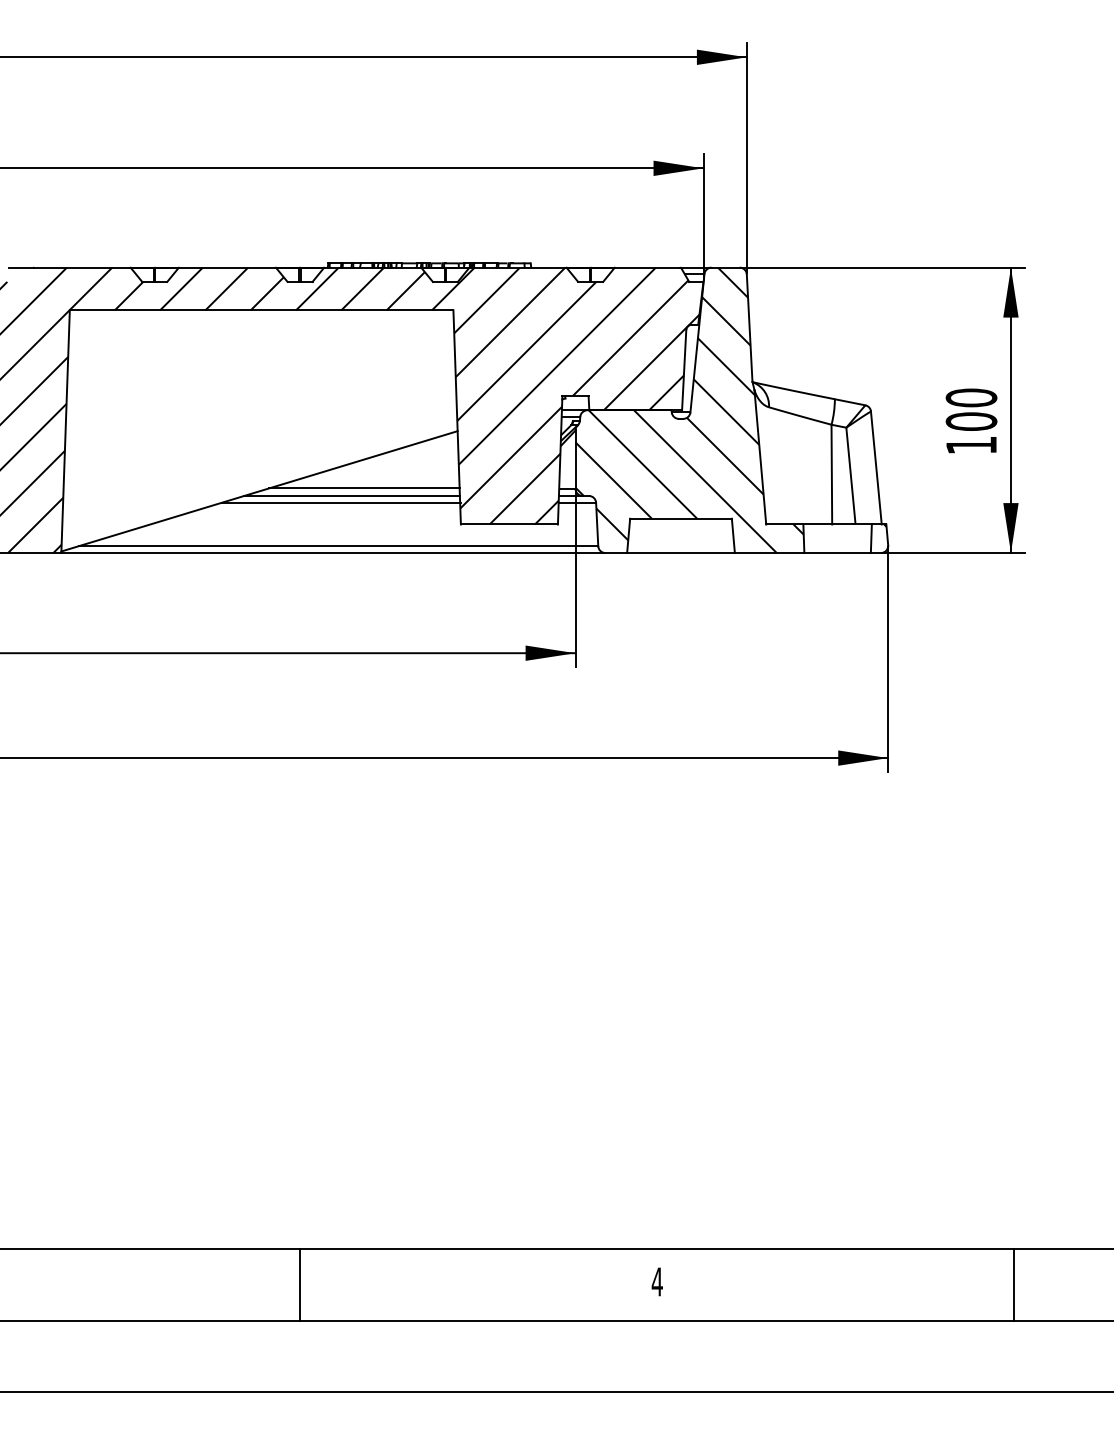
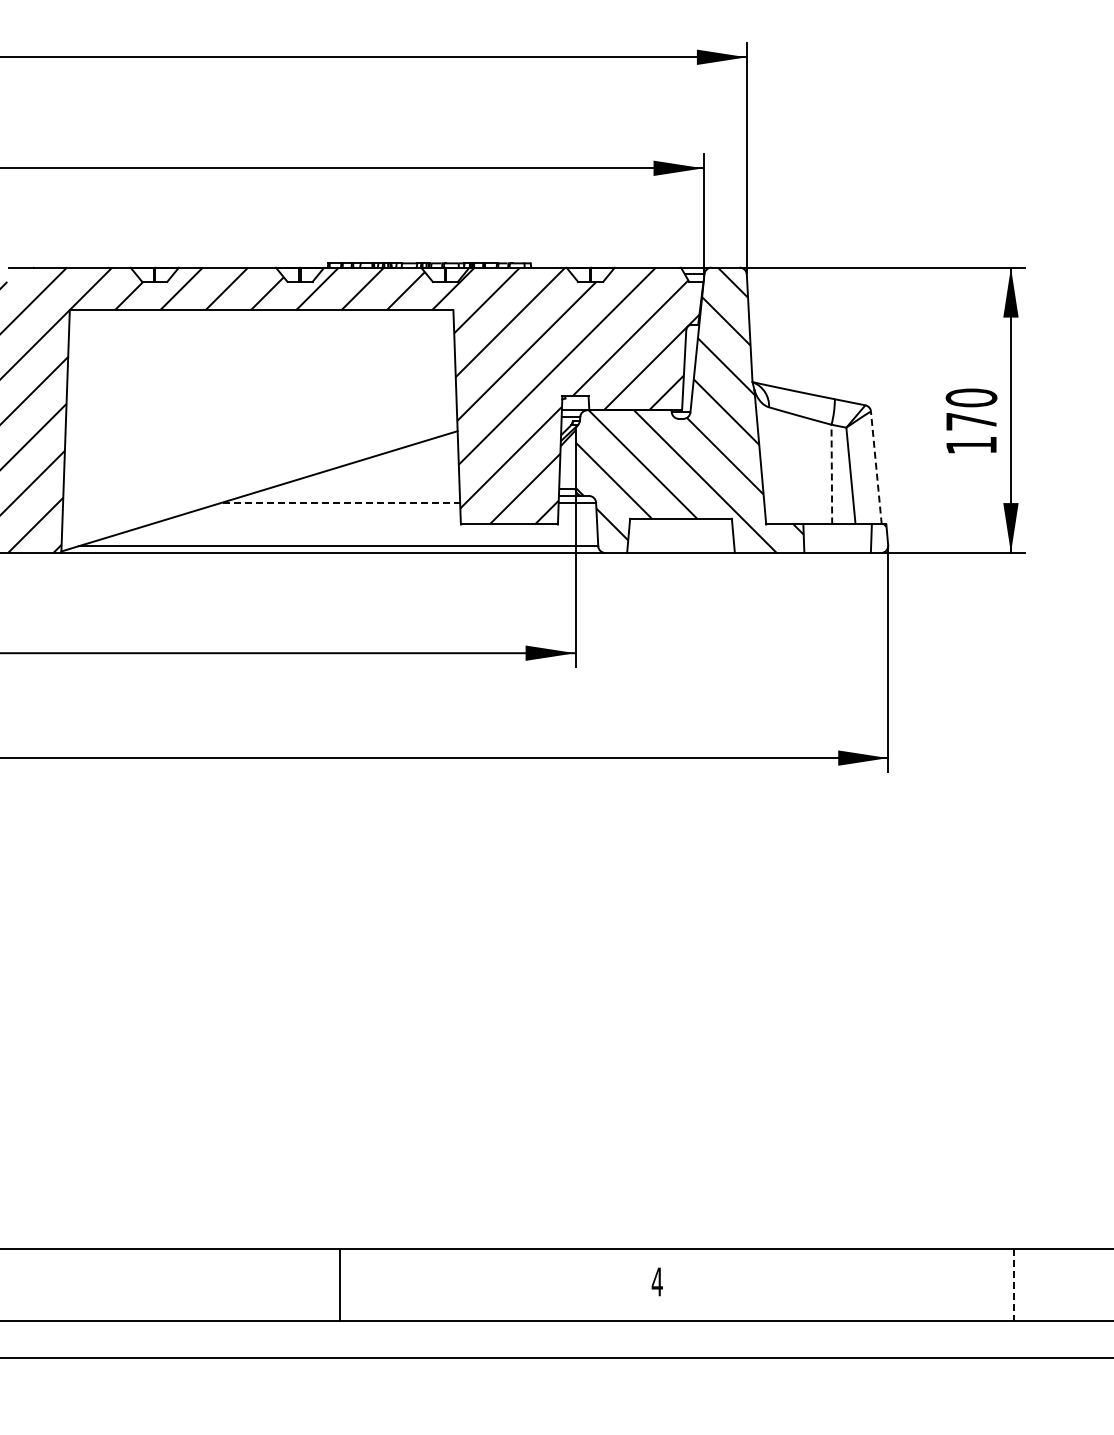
text at (971, 421): 100 -> 170
line at (876, 468): solid -> dashed
line at (831, 474): solid -> dashed
line at (364, 488): present -> none
line at (352, 495): present -> none
line at (340, 502): solid -> dashed
line at (300, 1284) position: (300, 1284) -> (340, 1284)
line at (1013, 1284): solid -> dashed
line at (556, 1391) position: (556, 1391) -> (556, 1357)
